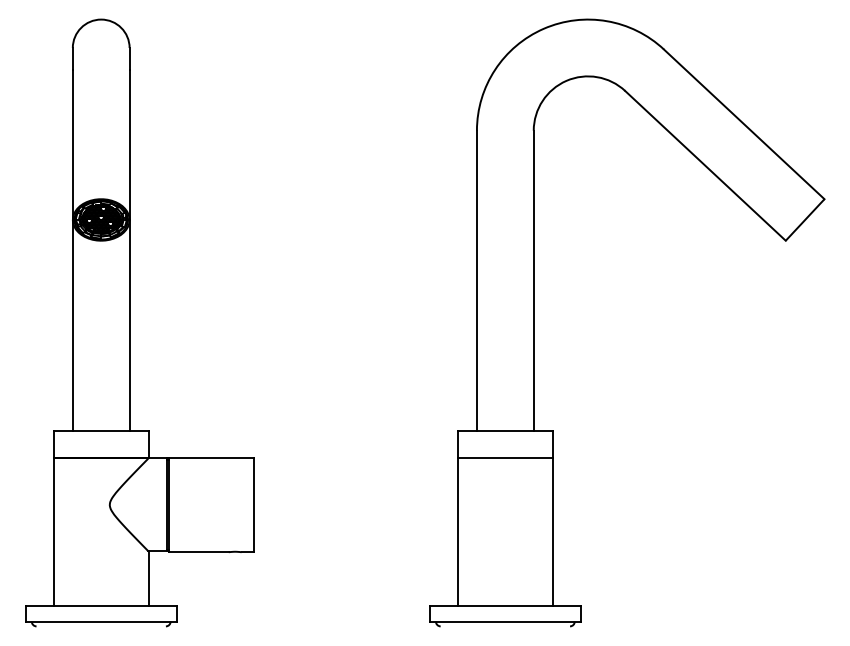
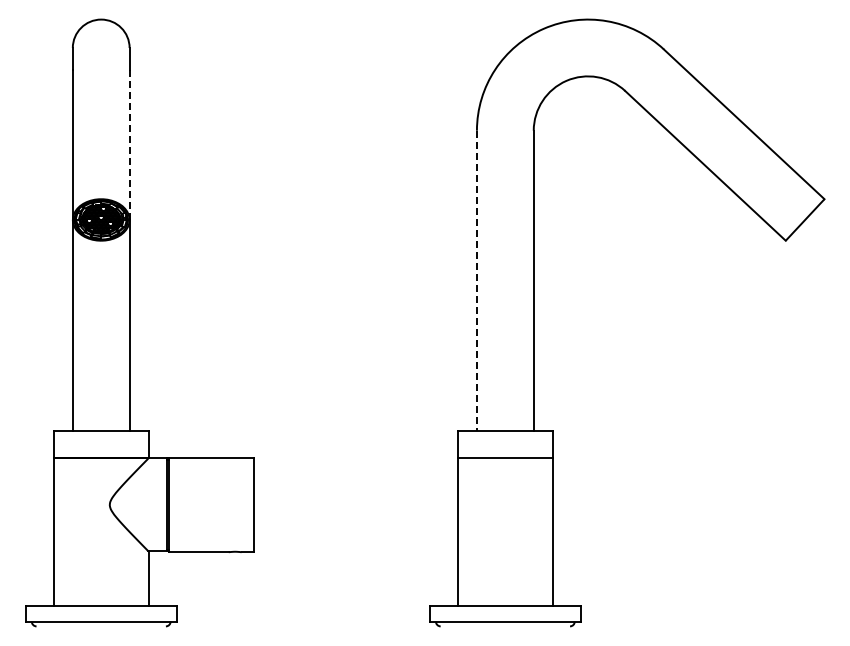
line at (129, 145): solid -> dashed
line at (476, 280): solid -> dashed
